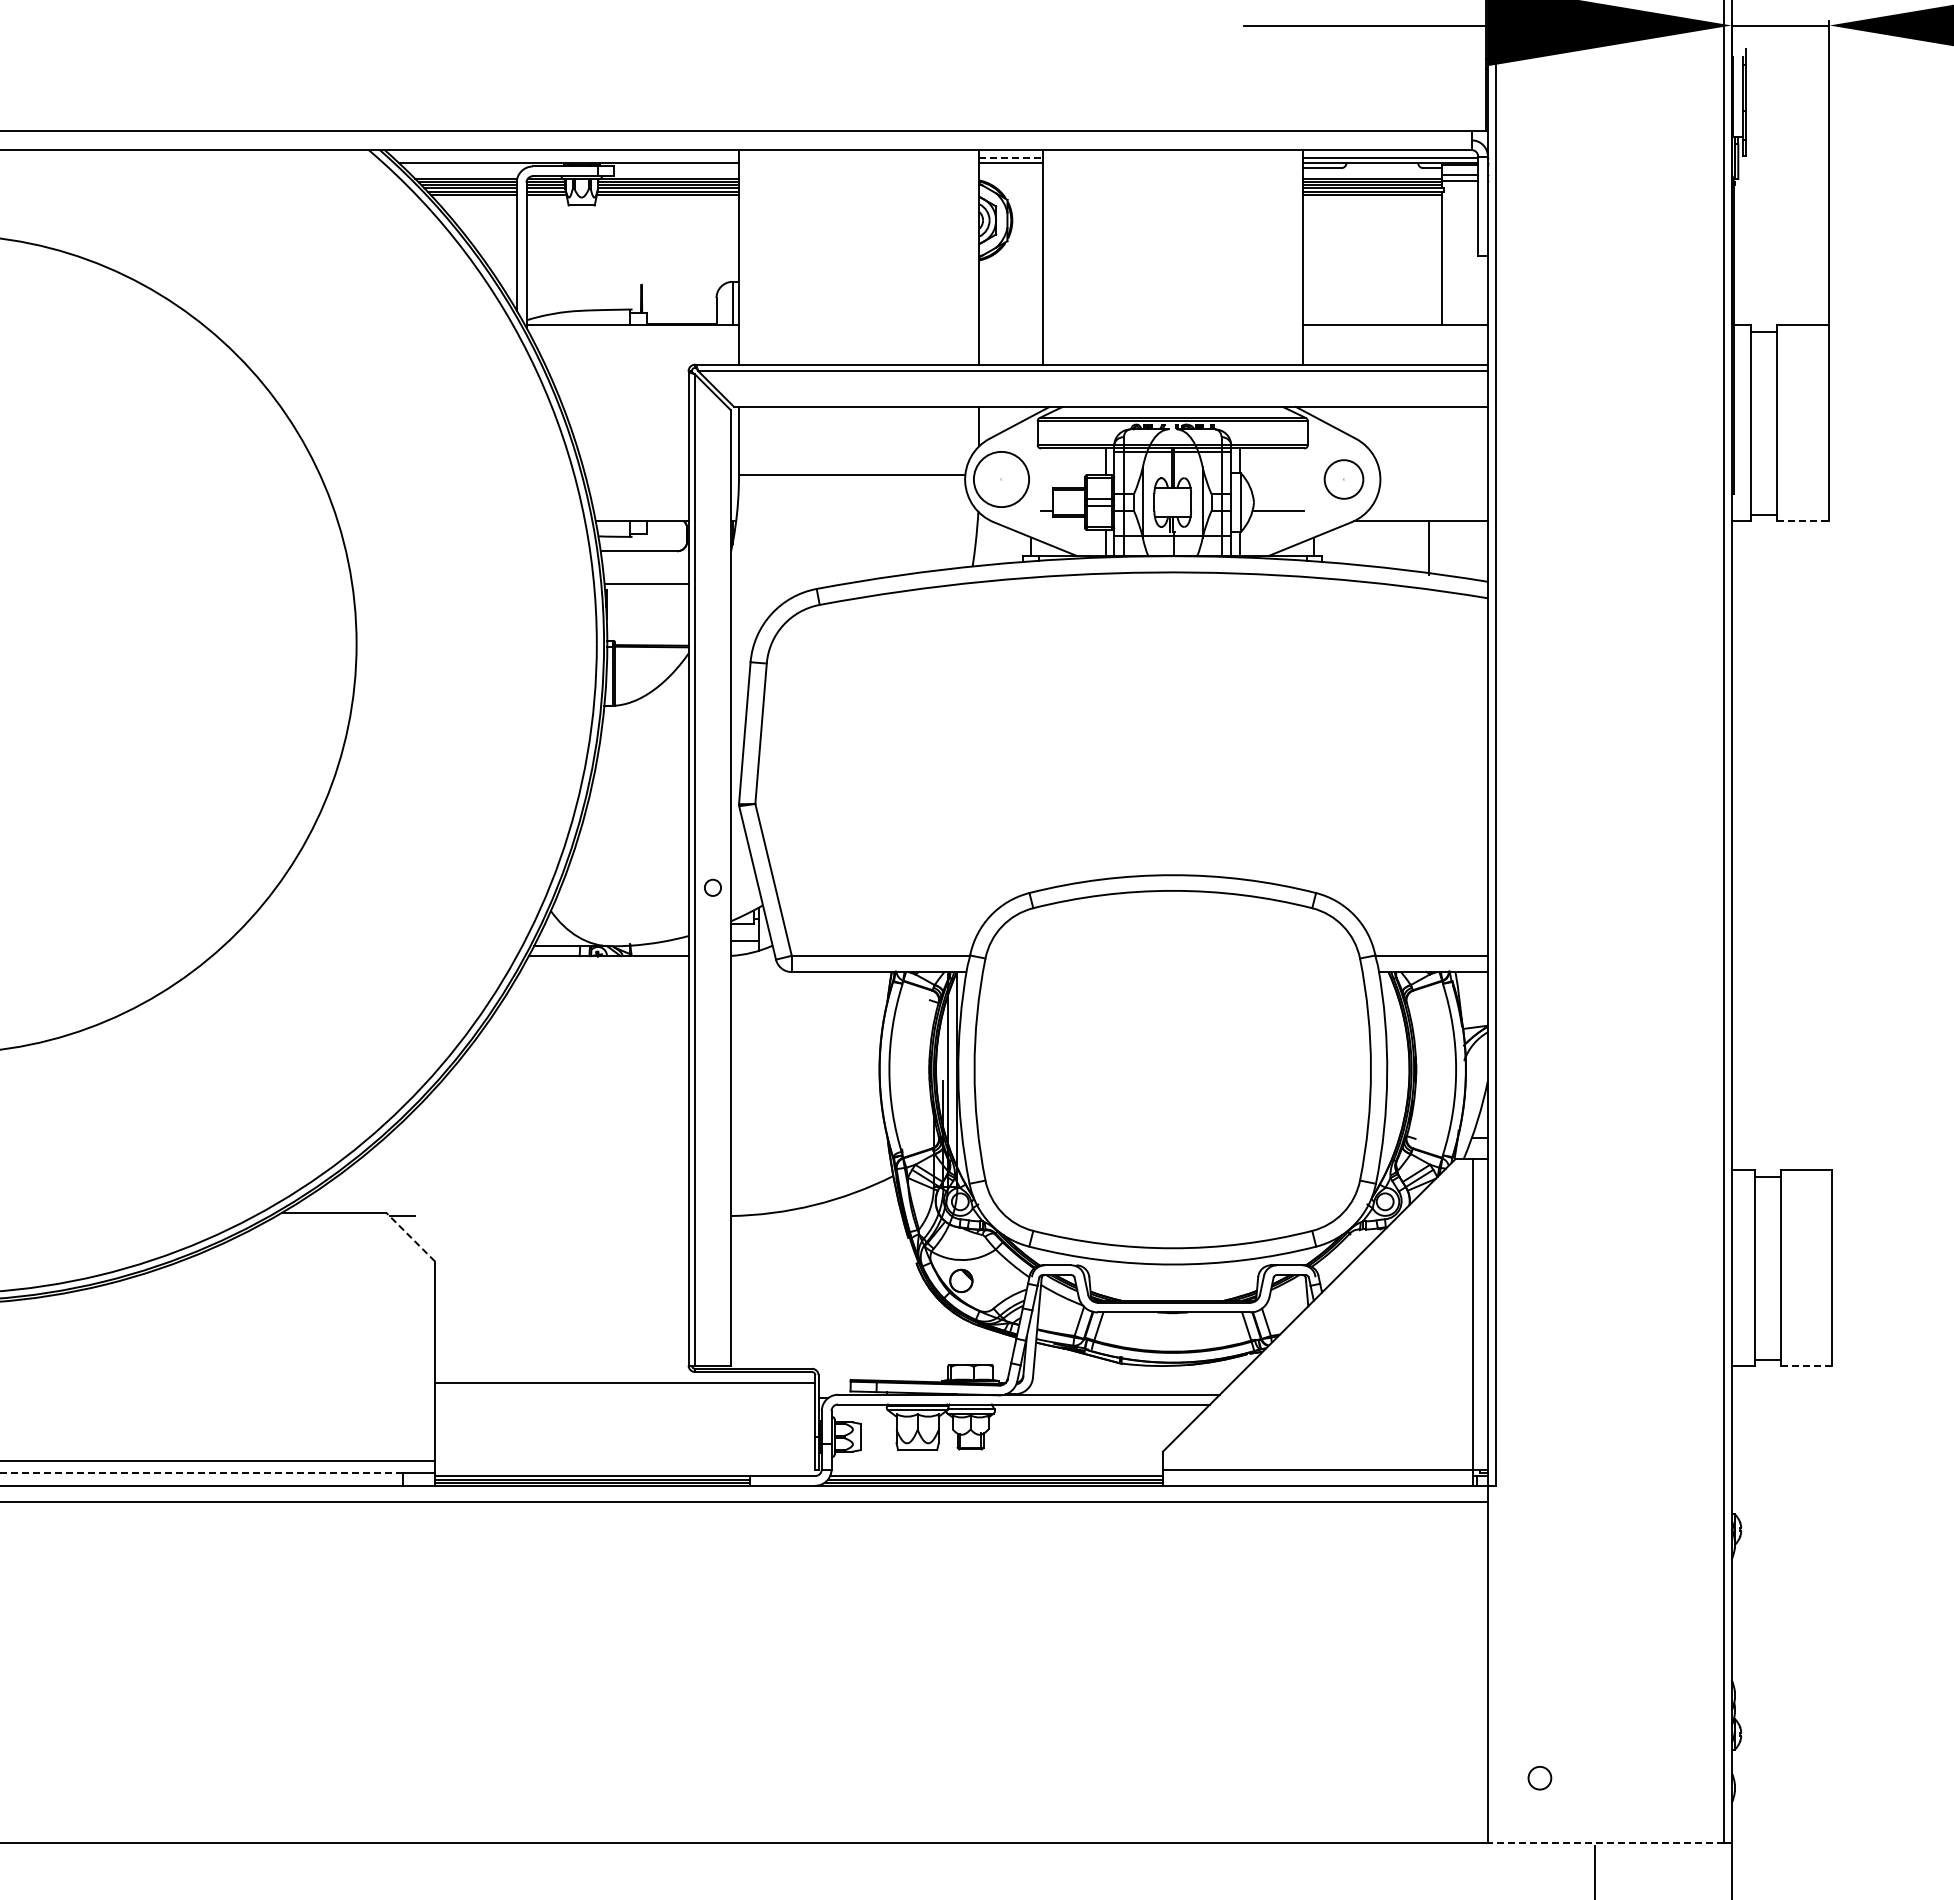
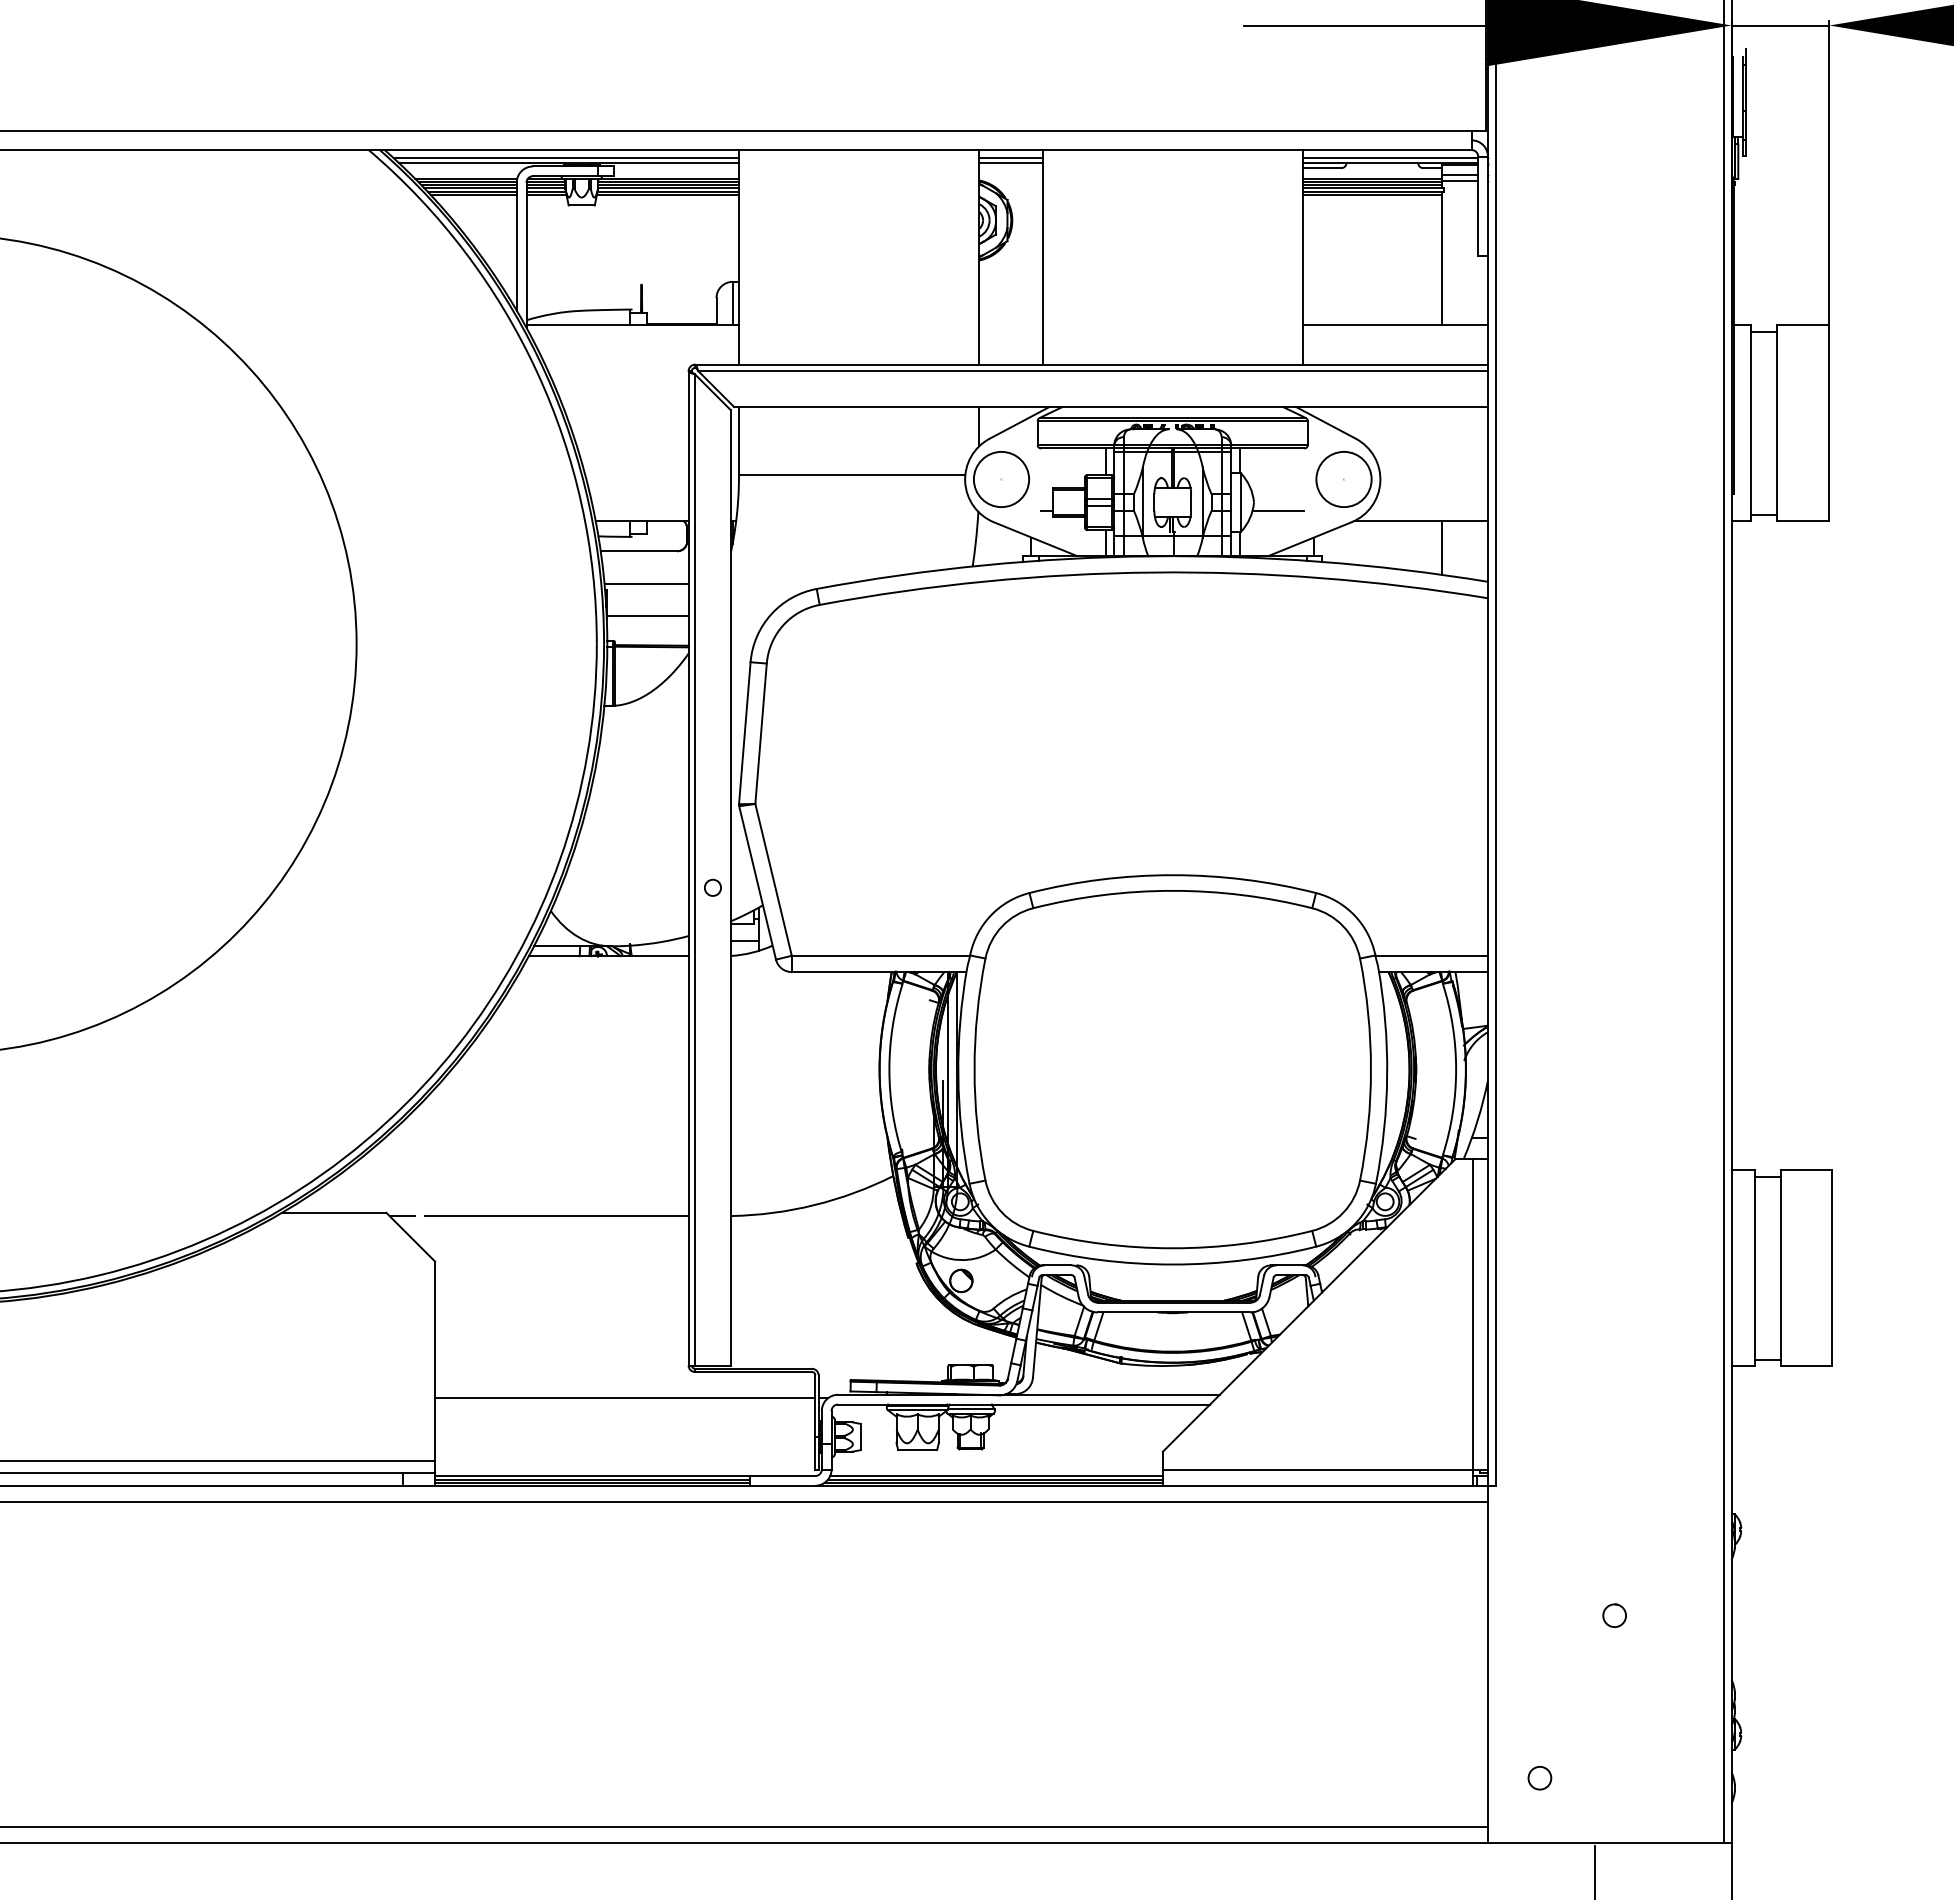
line at (566, 158): none -> present
line at (1011, 158): dashed -> solid
circle at (1343, 479) diameter: 39 px -> 55 px
line at (1803, 521): dashed -> solid
line at (1429, 547) position: (1429, 547) -> (1442, 547)
line at (647, 616): none -> present
line at (556, 1216): none -> present
line at (410, 1236): dashed -> solid
line at (1806, 1366): dashed -> solid
line at (625, 1383) position: (625, 1383) -> (625, 1398)
line at (201, 1472): dashed -> solid
circle at (1614, 1615): none -> present
line at (744, 1826): none -> present
line at (1605, 1843): dashed -> solid
